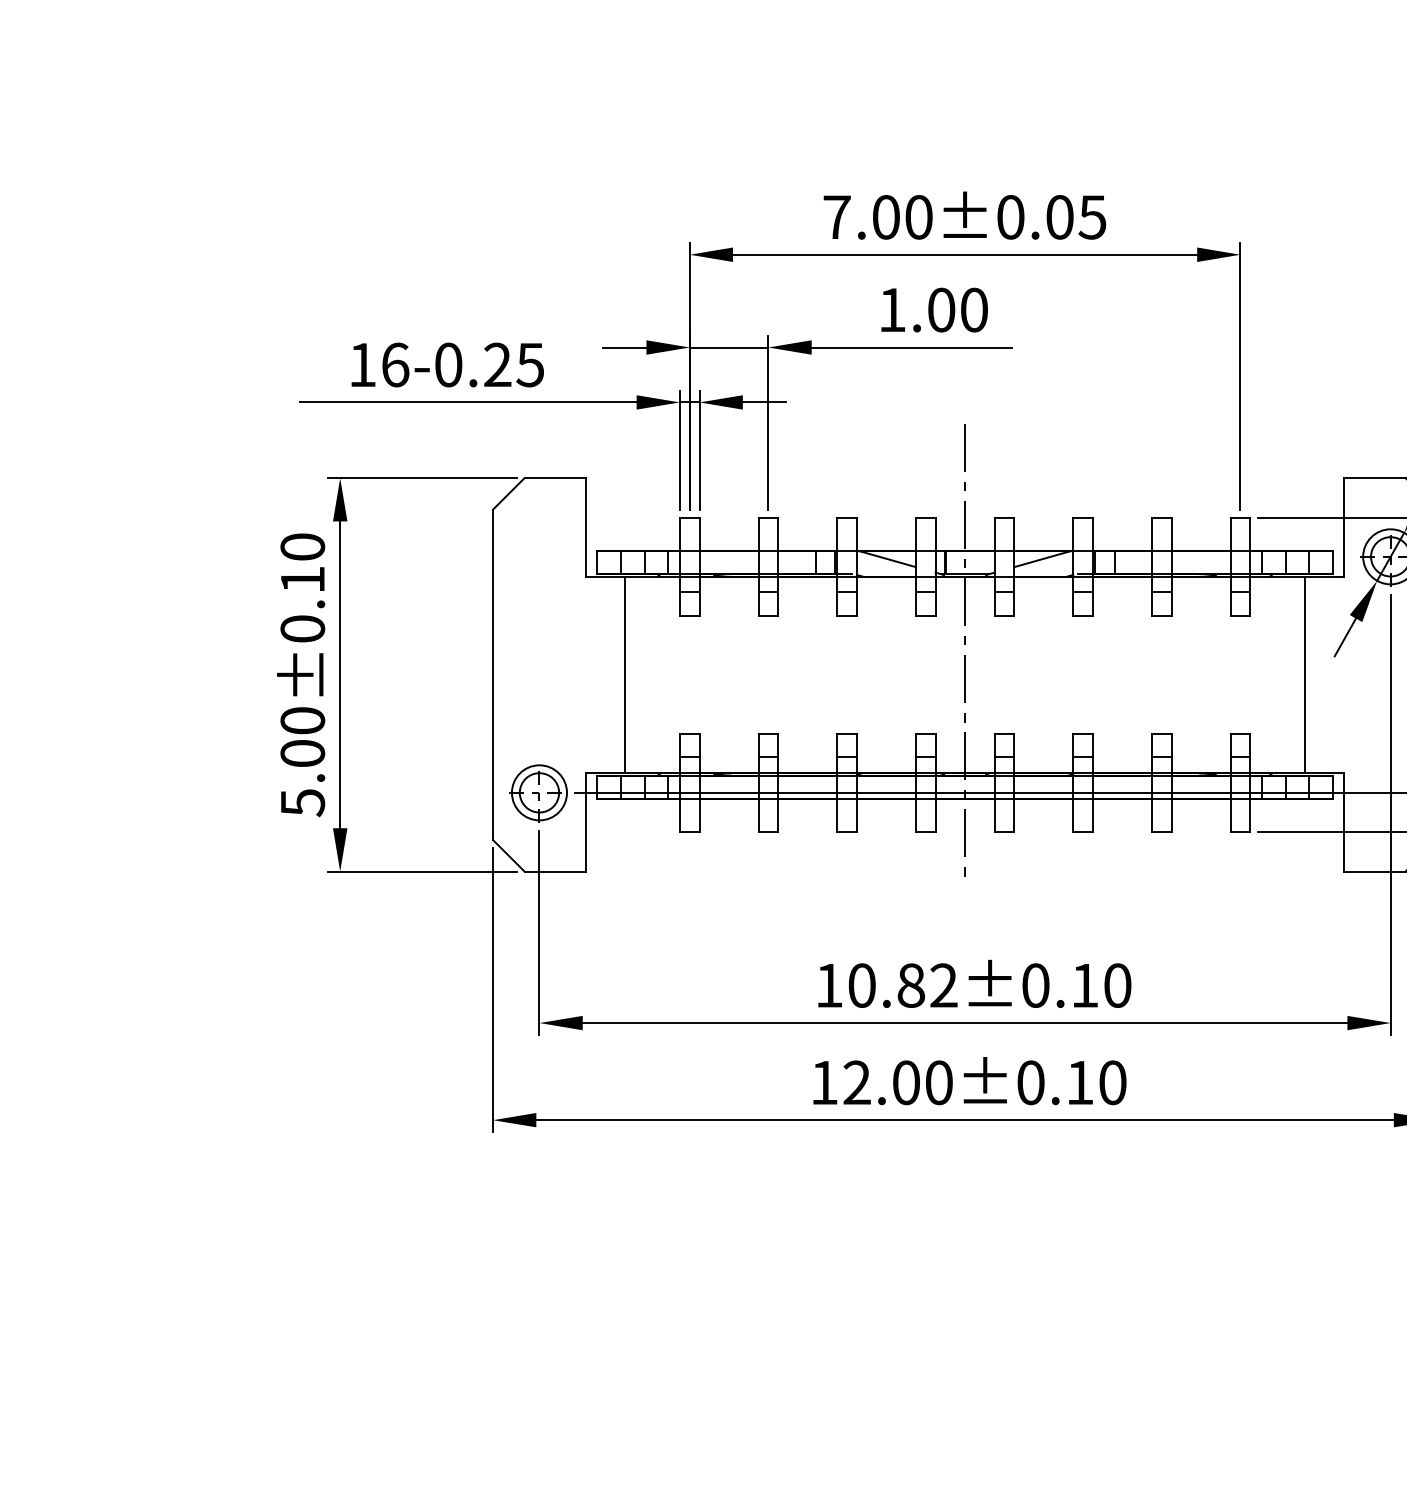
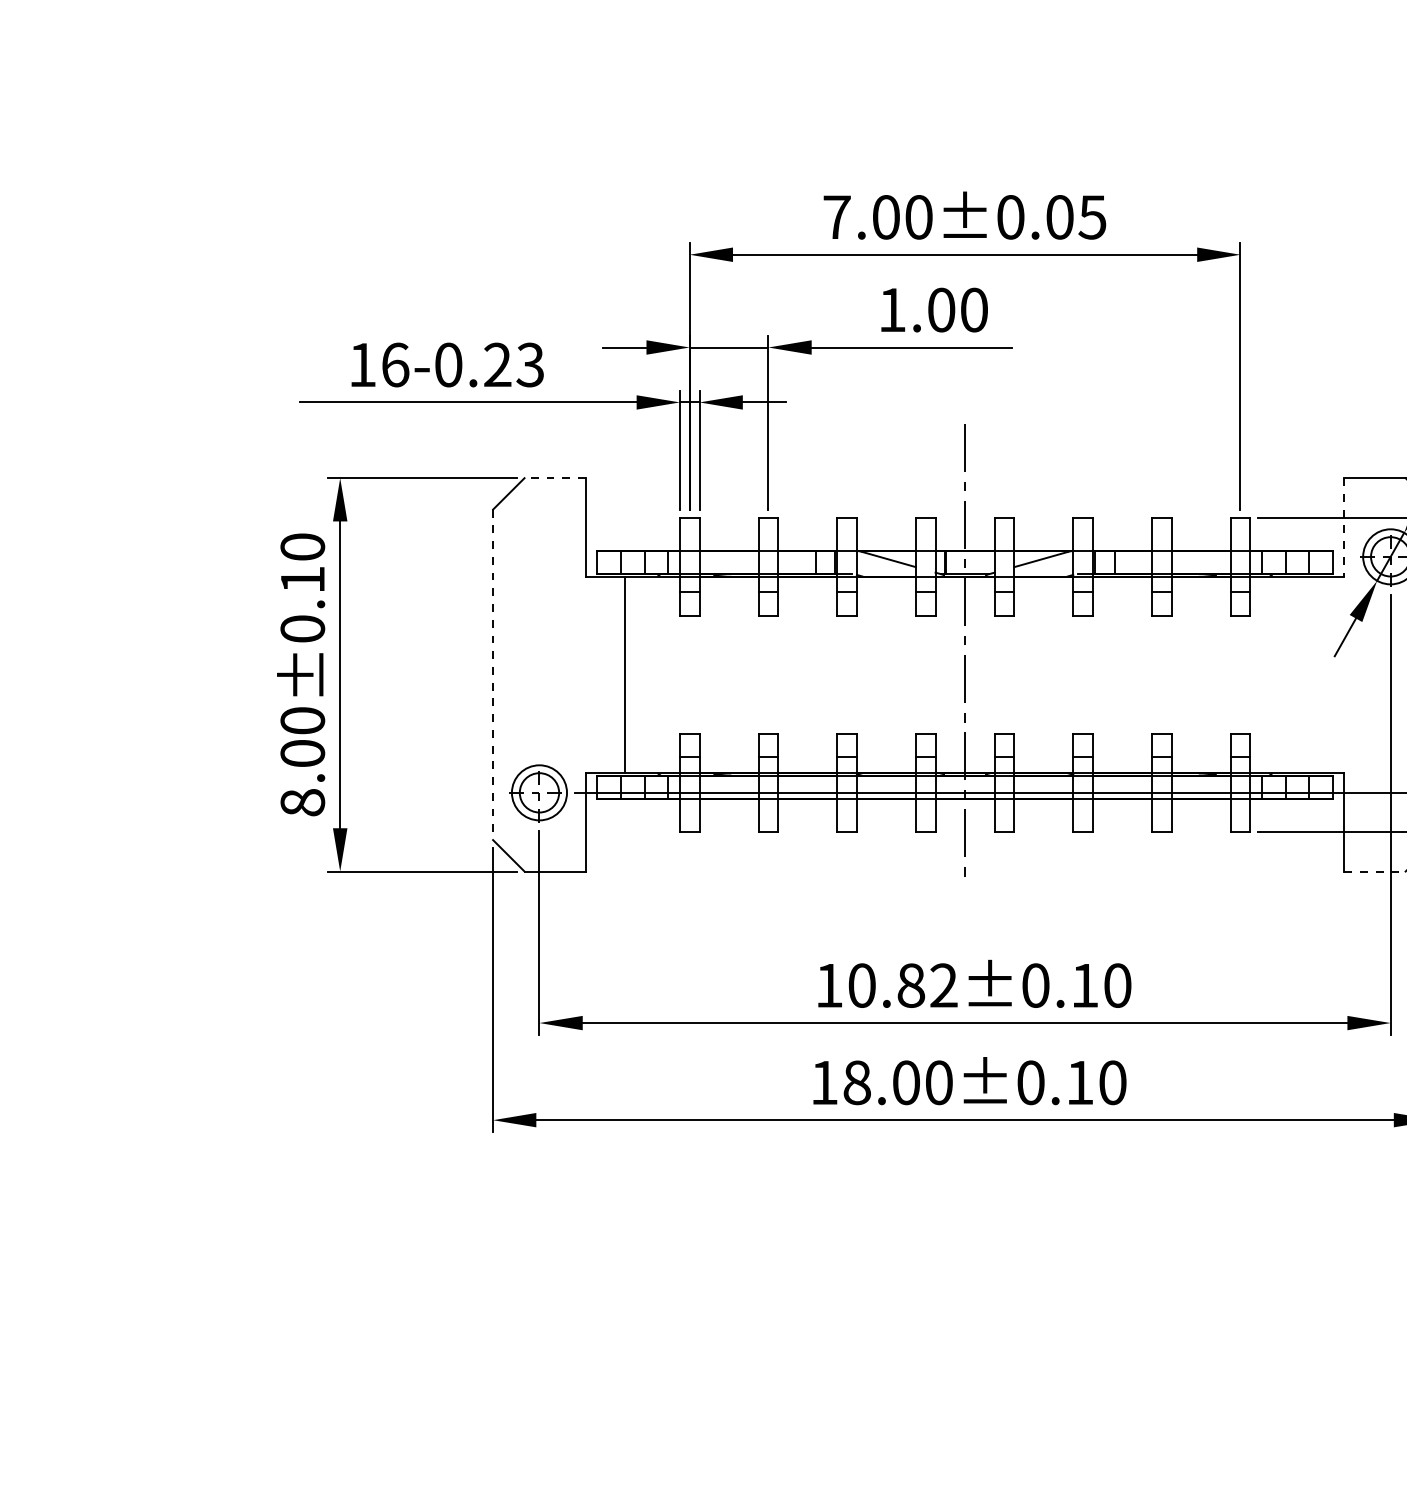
text at (529, 364): 16-0.25 -> 16-0.23
line at (555, 478): solid -> dashed
line at (1344, 527): solid -> dashed
line at (1305, 674): present -> none
line at (493, 675): solid -> dashed
text at (302, 803): 5.00±0.10 -> 8.00±0.10
line at (1374, 871): solid -> dashed
text at (856, 1082): 12.00±0.10 -> 18.00±0.10
